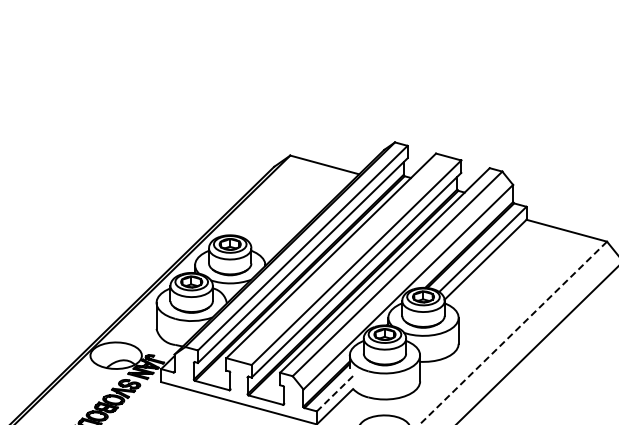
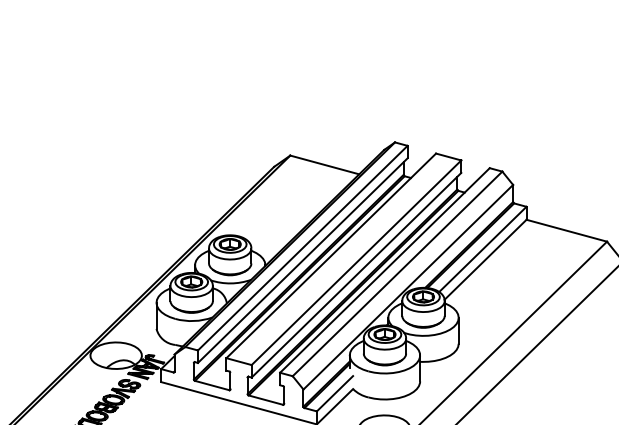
line at (513, 333): dashed -> solid
line at (334, 394): dashed -> solid
